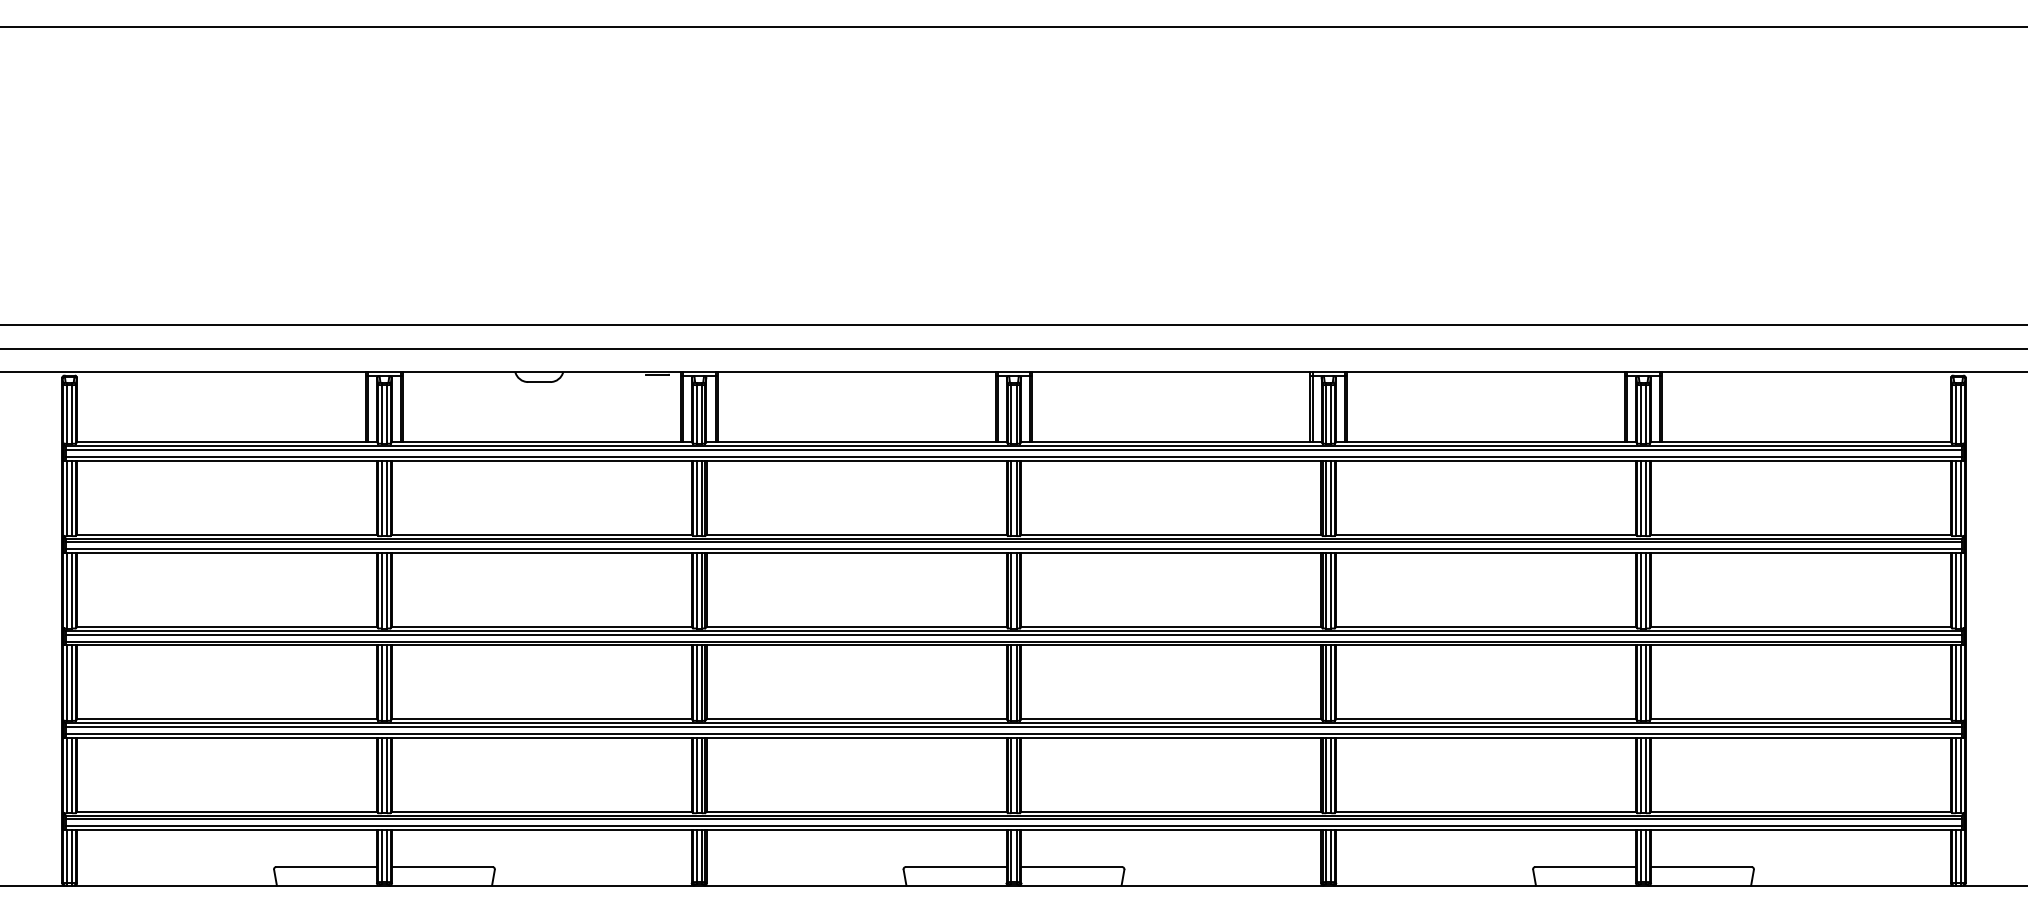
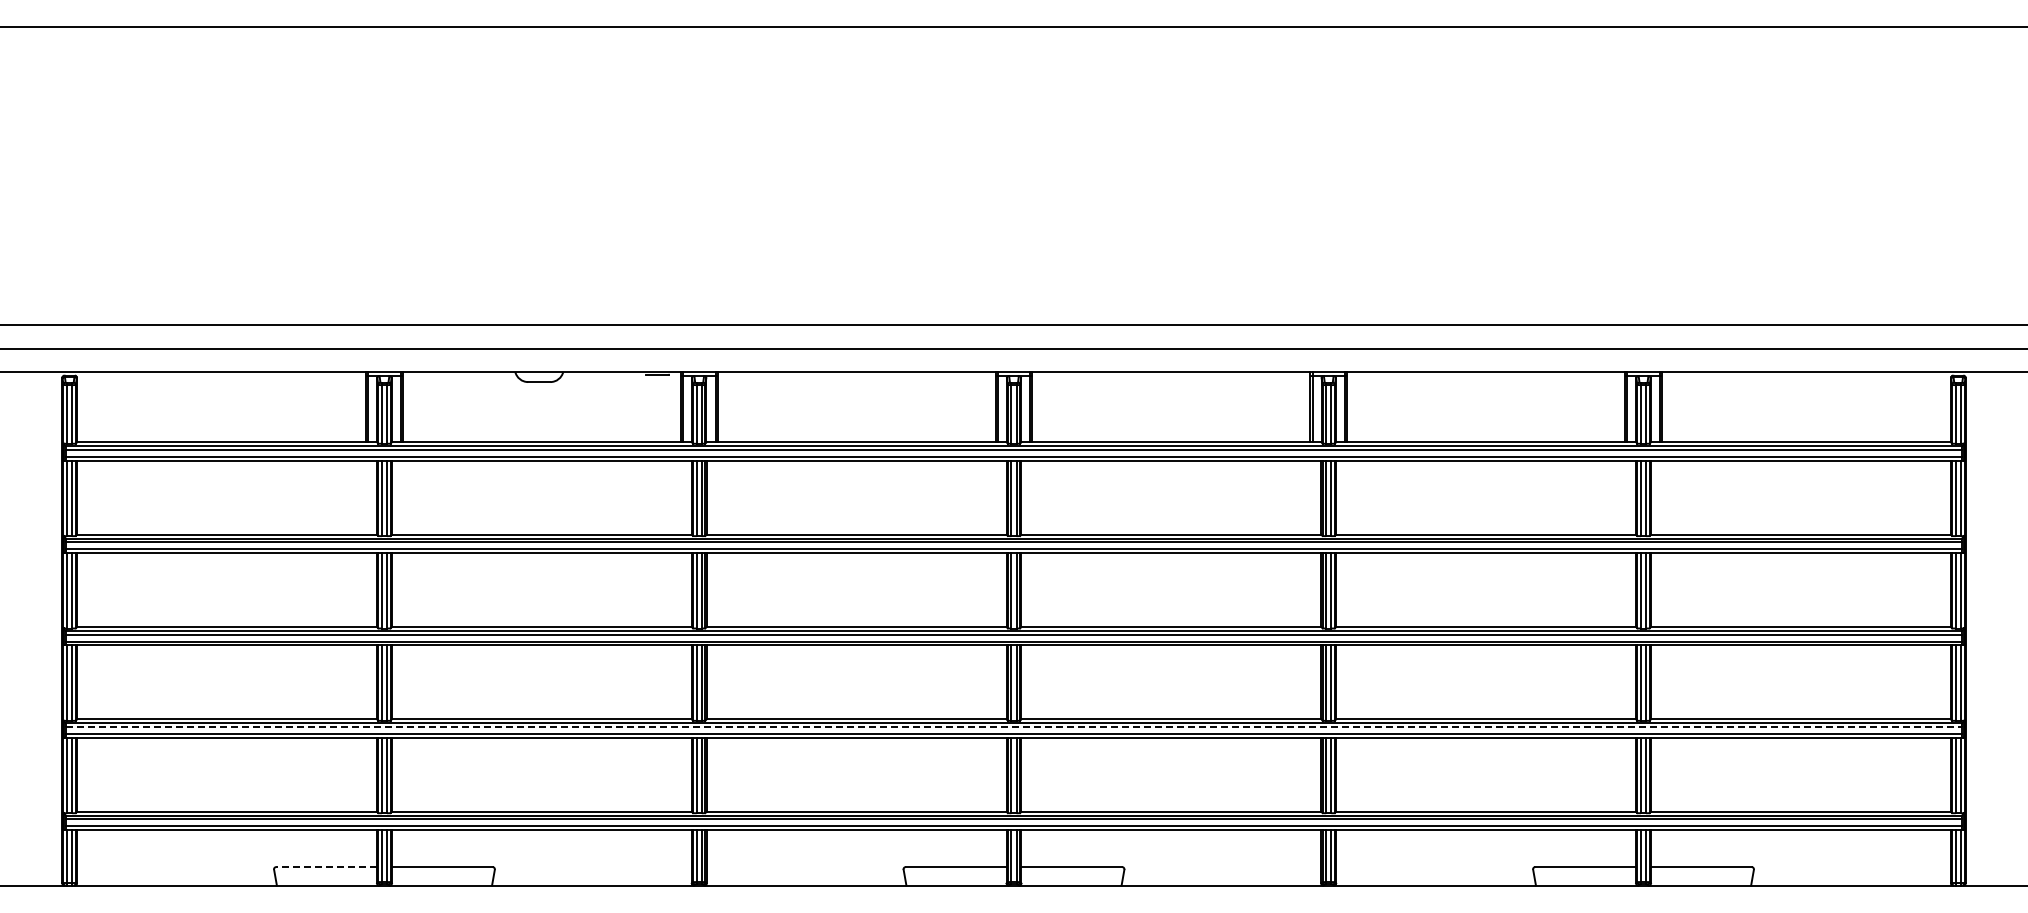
line at (1013, 727): solid -> dashed
line at (326, 867): solid -> dashed
